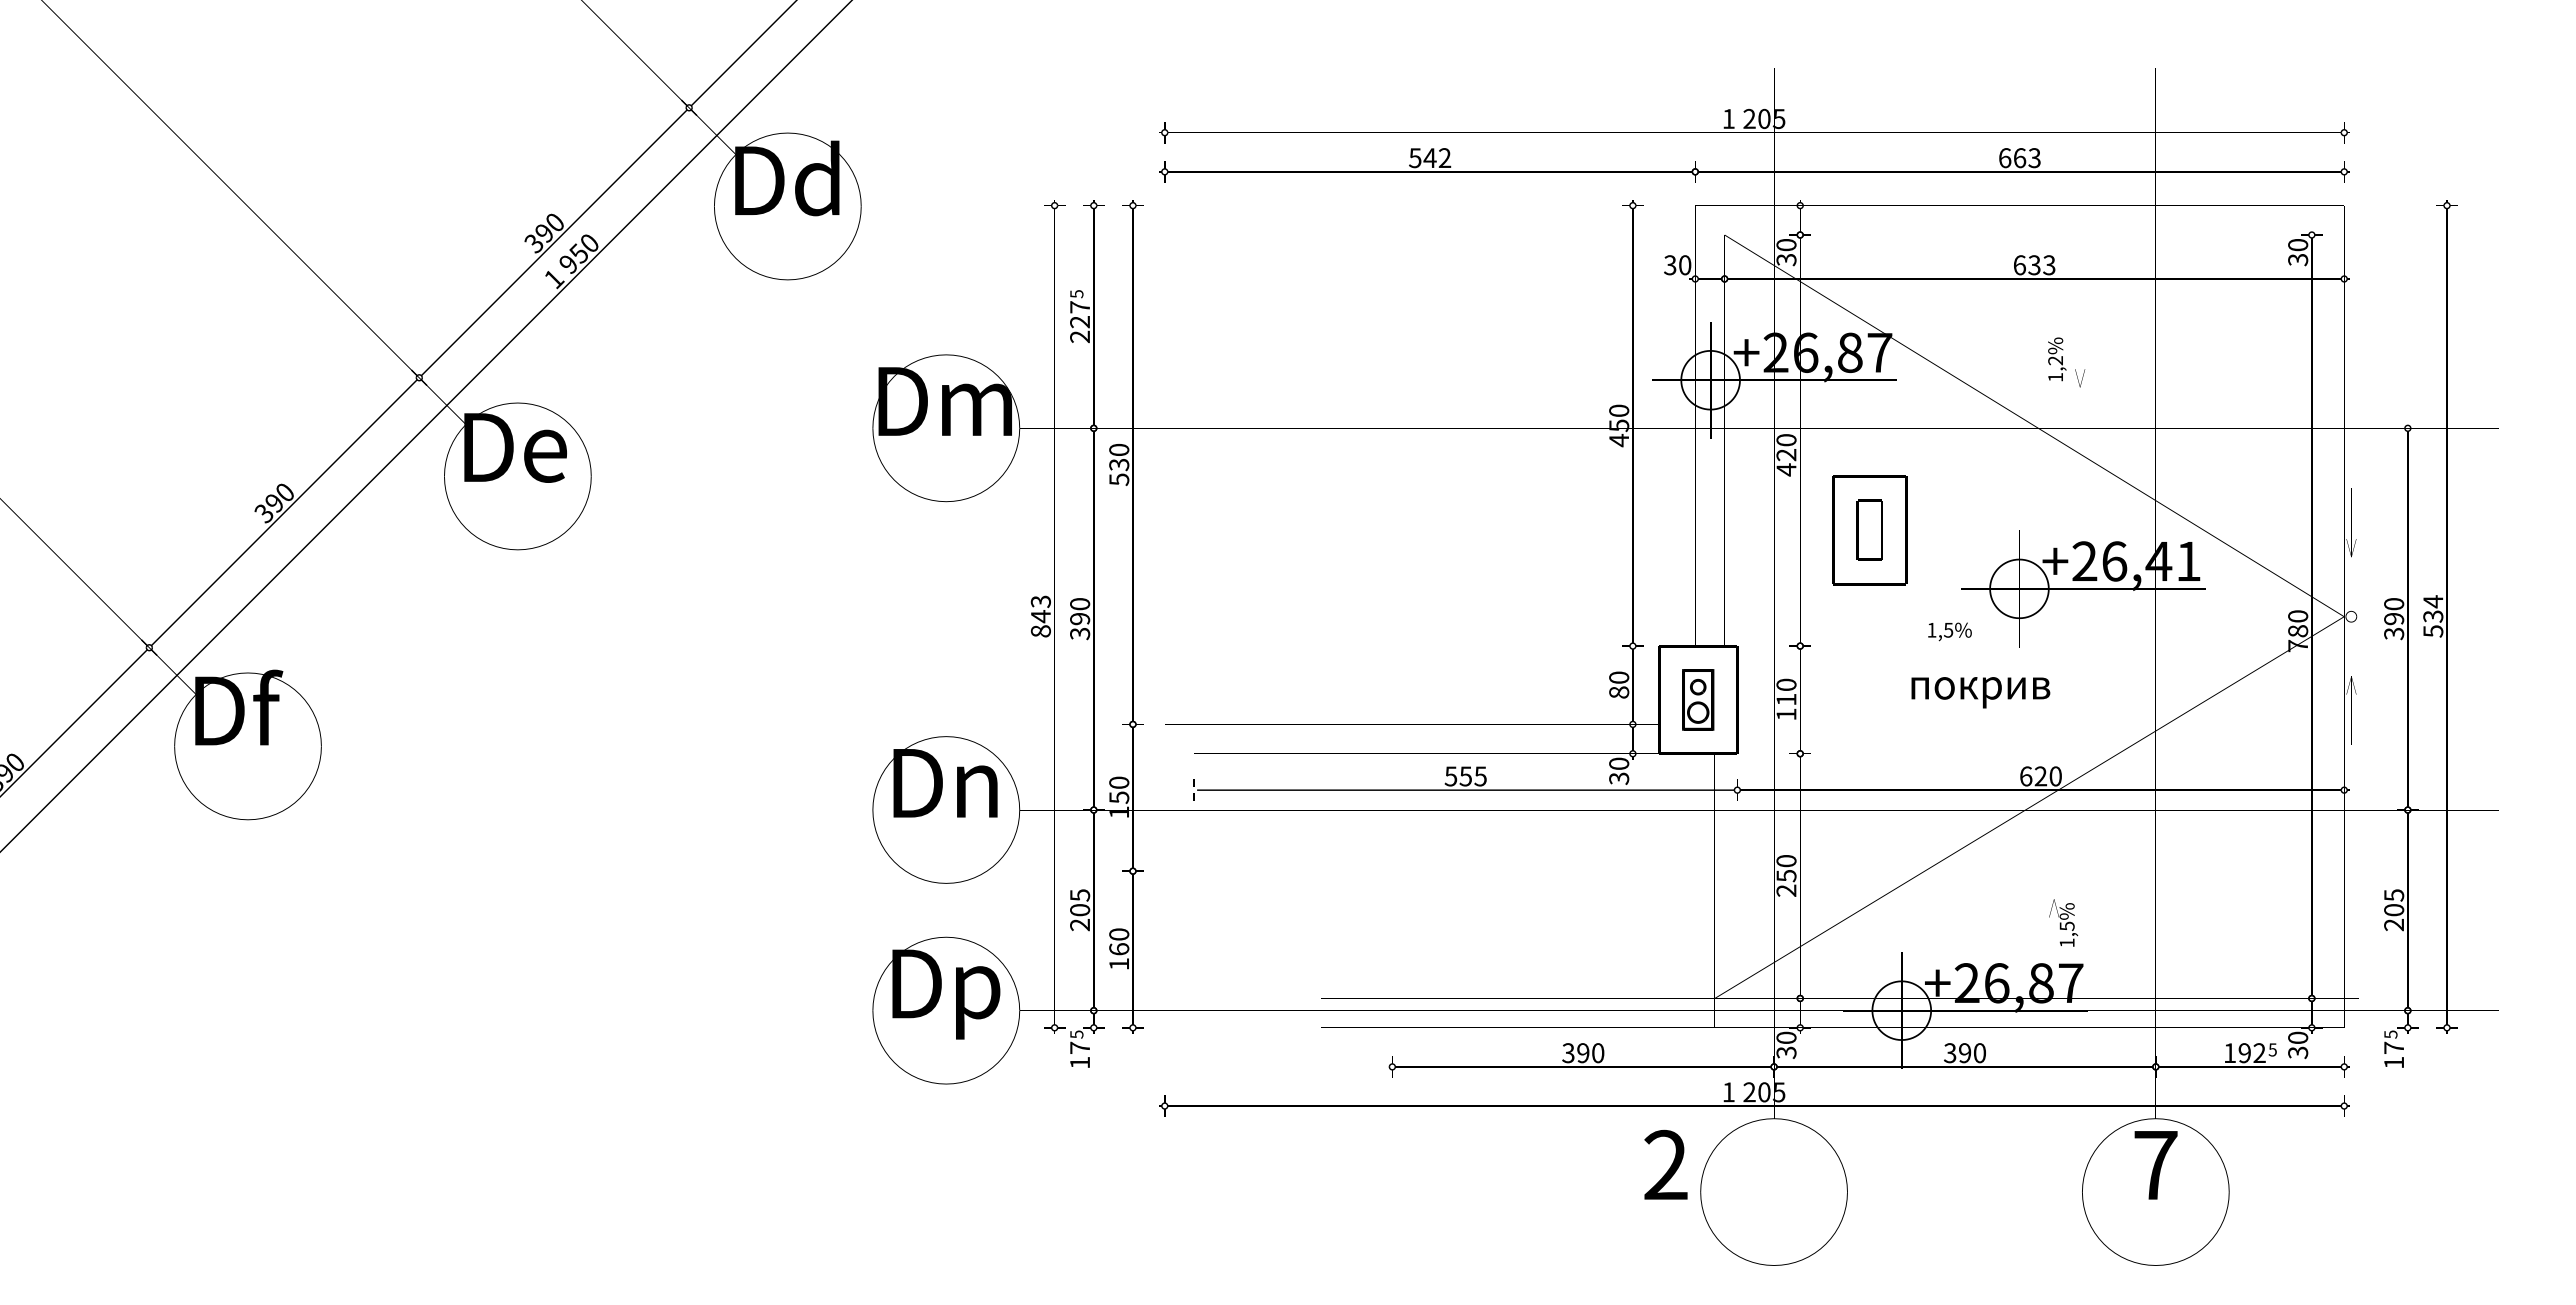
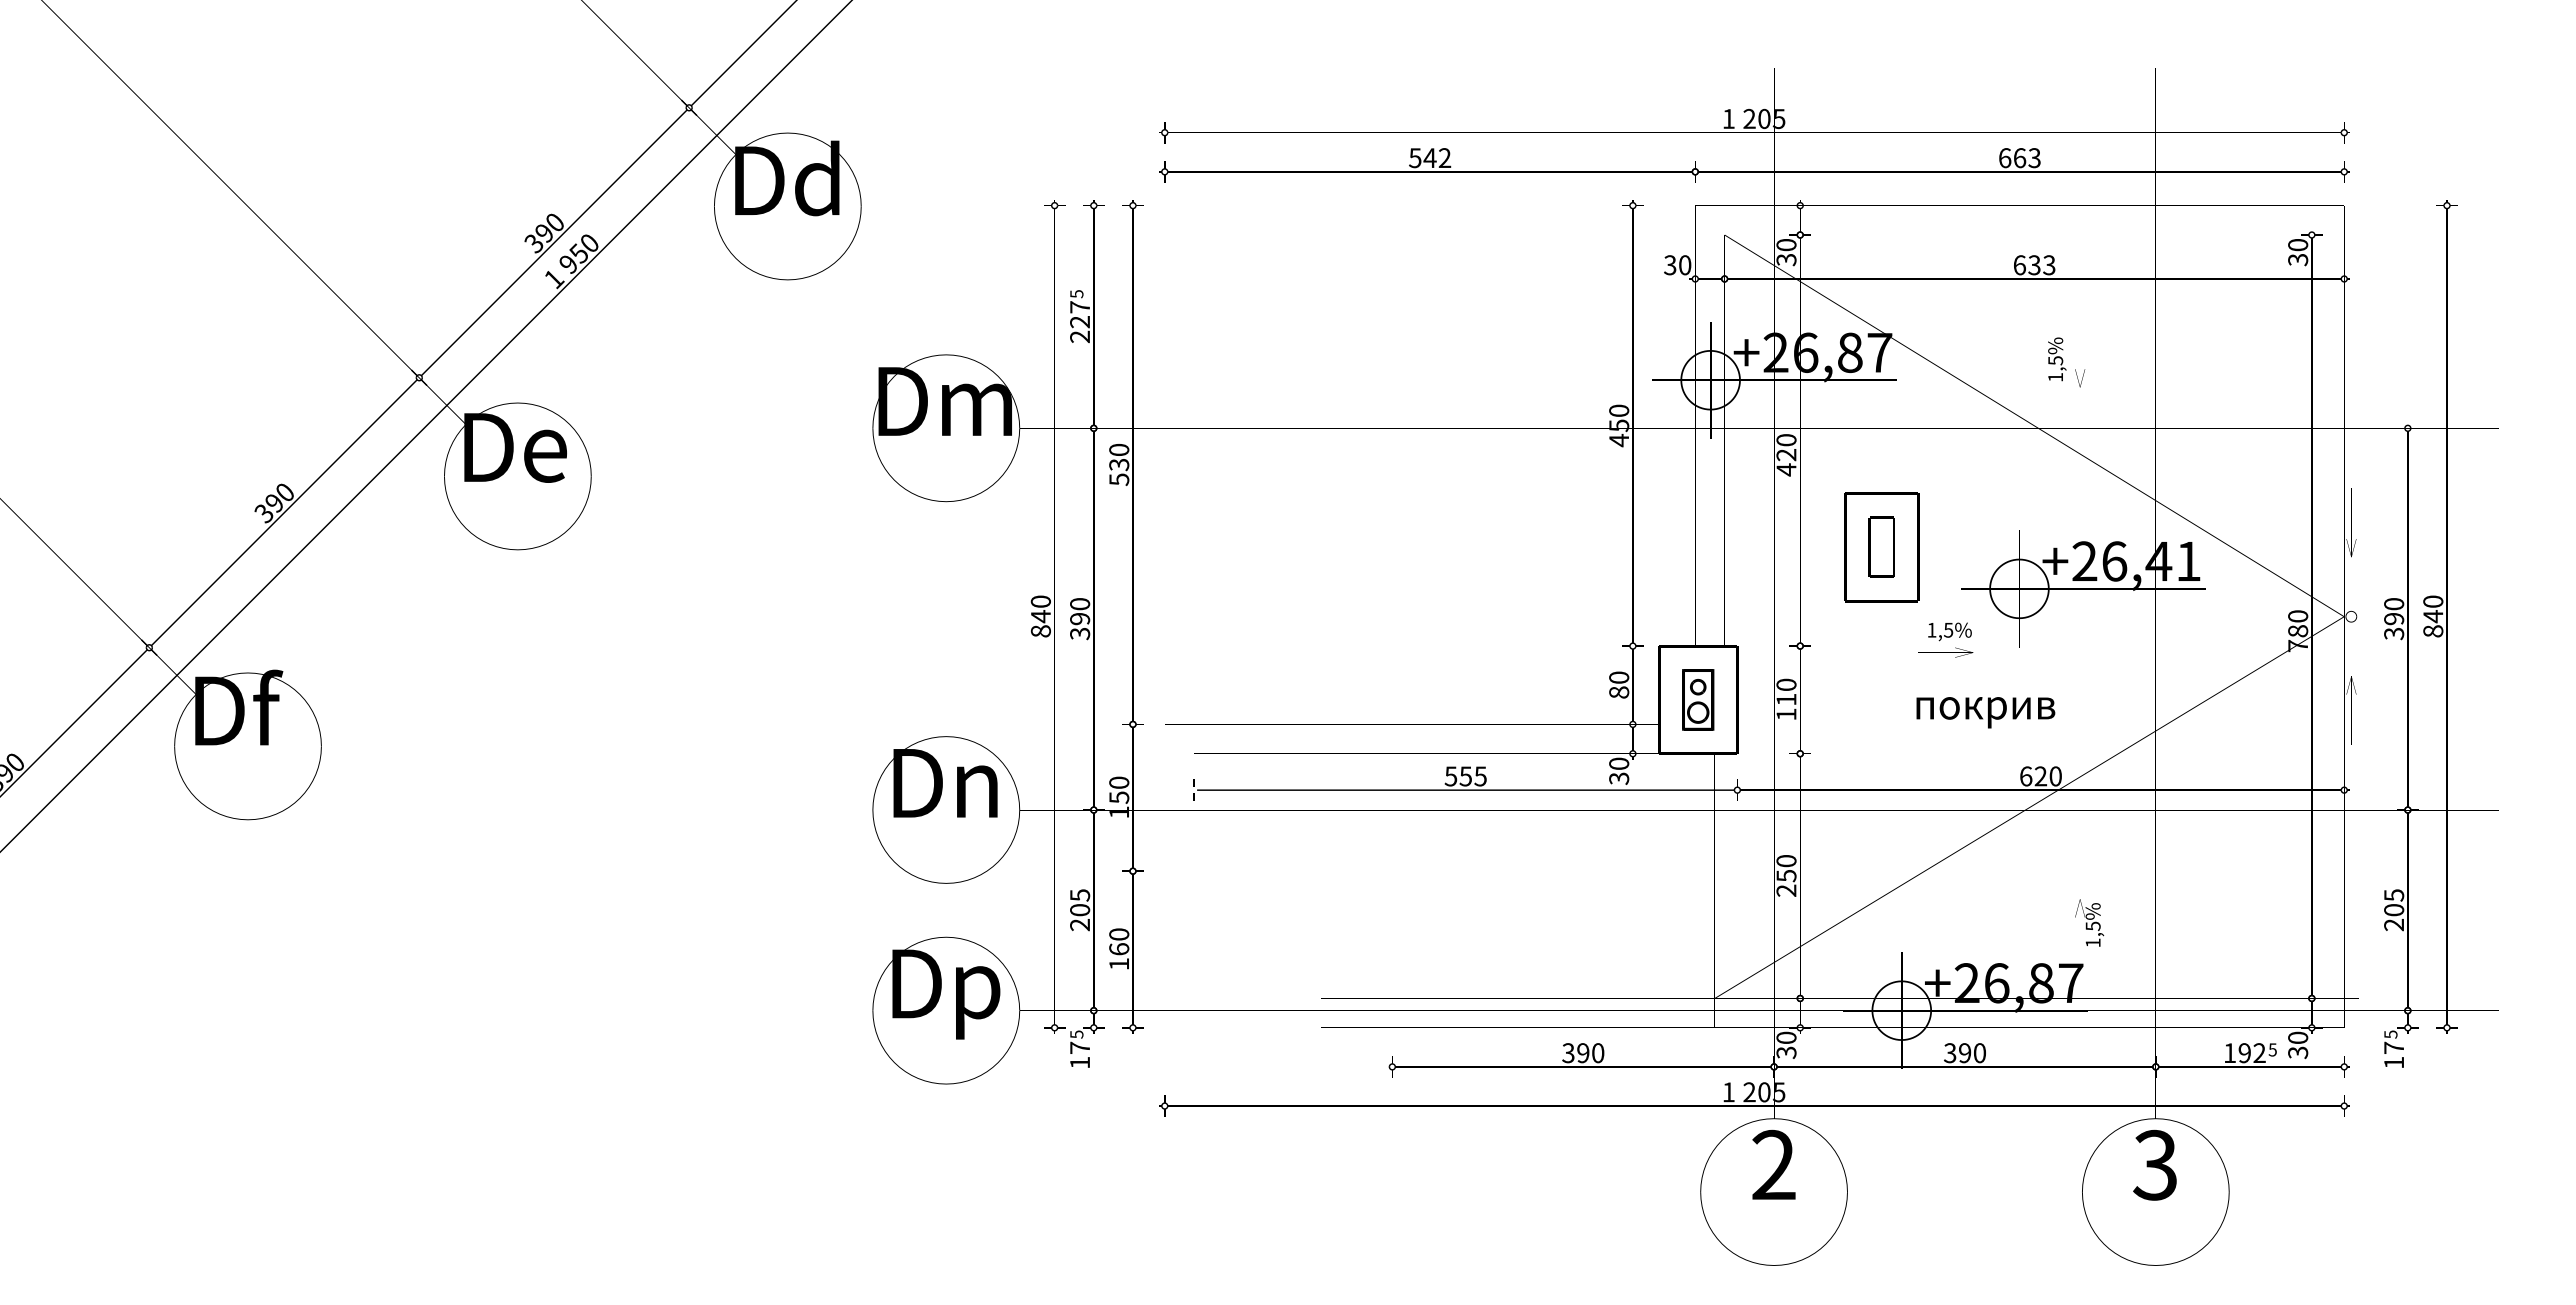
text at (2055, 360): 1,2% -> 1,5%
part at (1869, 530) position: (1869, 530) -> (1881, 547)
text at (1040, 601): 843 -> 840
text at (2433, 616): 534 -> 840
part at (1945, 652): none -> present
text at (1980, 692) position: (1980, 692) -> (1985, 712)
text at (2063, 922) position: (2063, 922) -> (2089, 922)
text at (1665, 1164) position: (1665, 1164) -> (1773, 1164)
text at (2155, 1164): 7 -> 3
